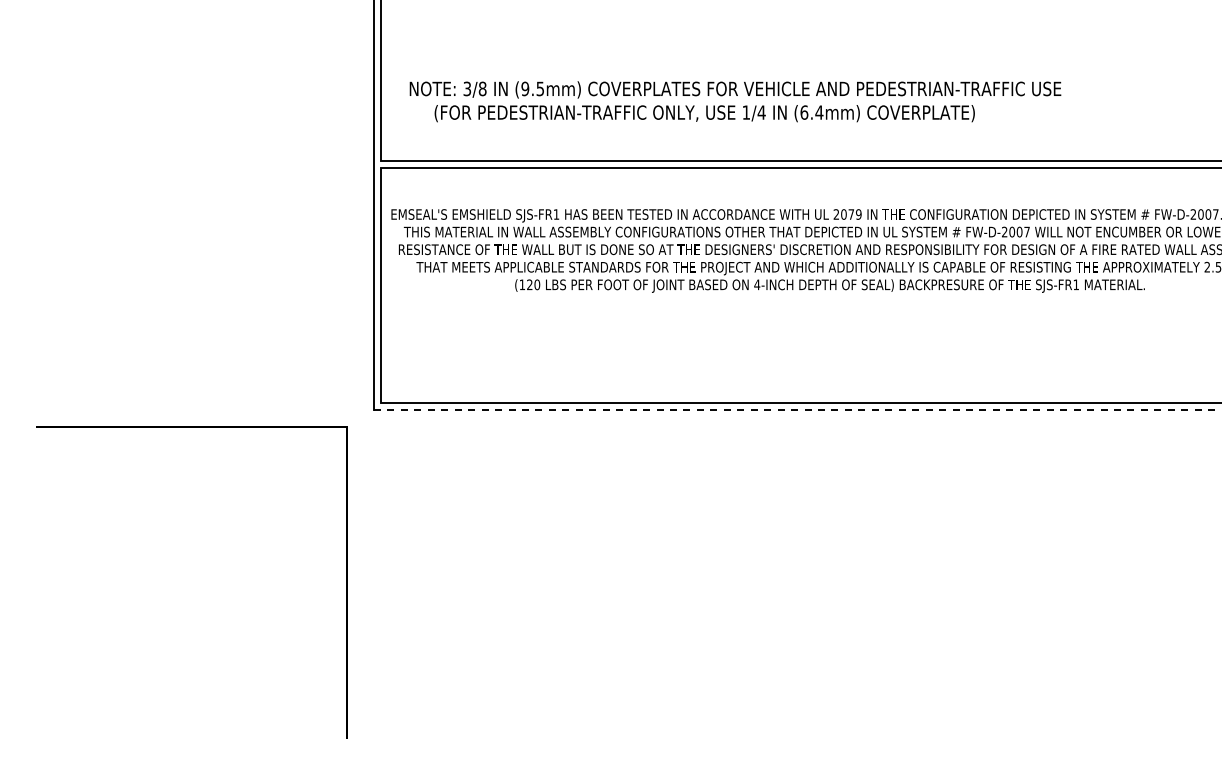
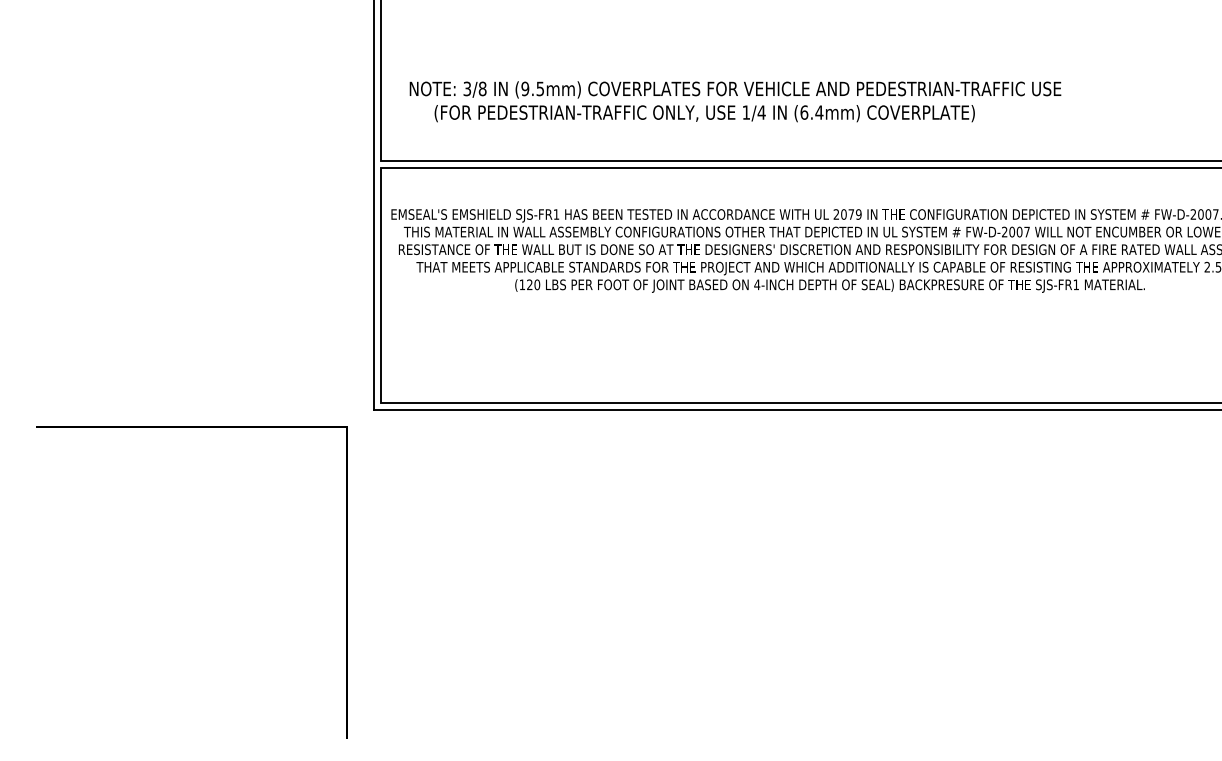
line at (797, 409): dashed -> solid
